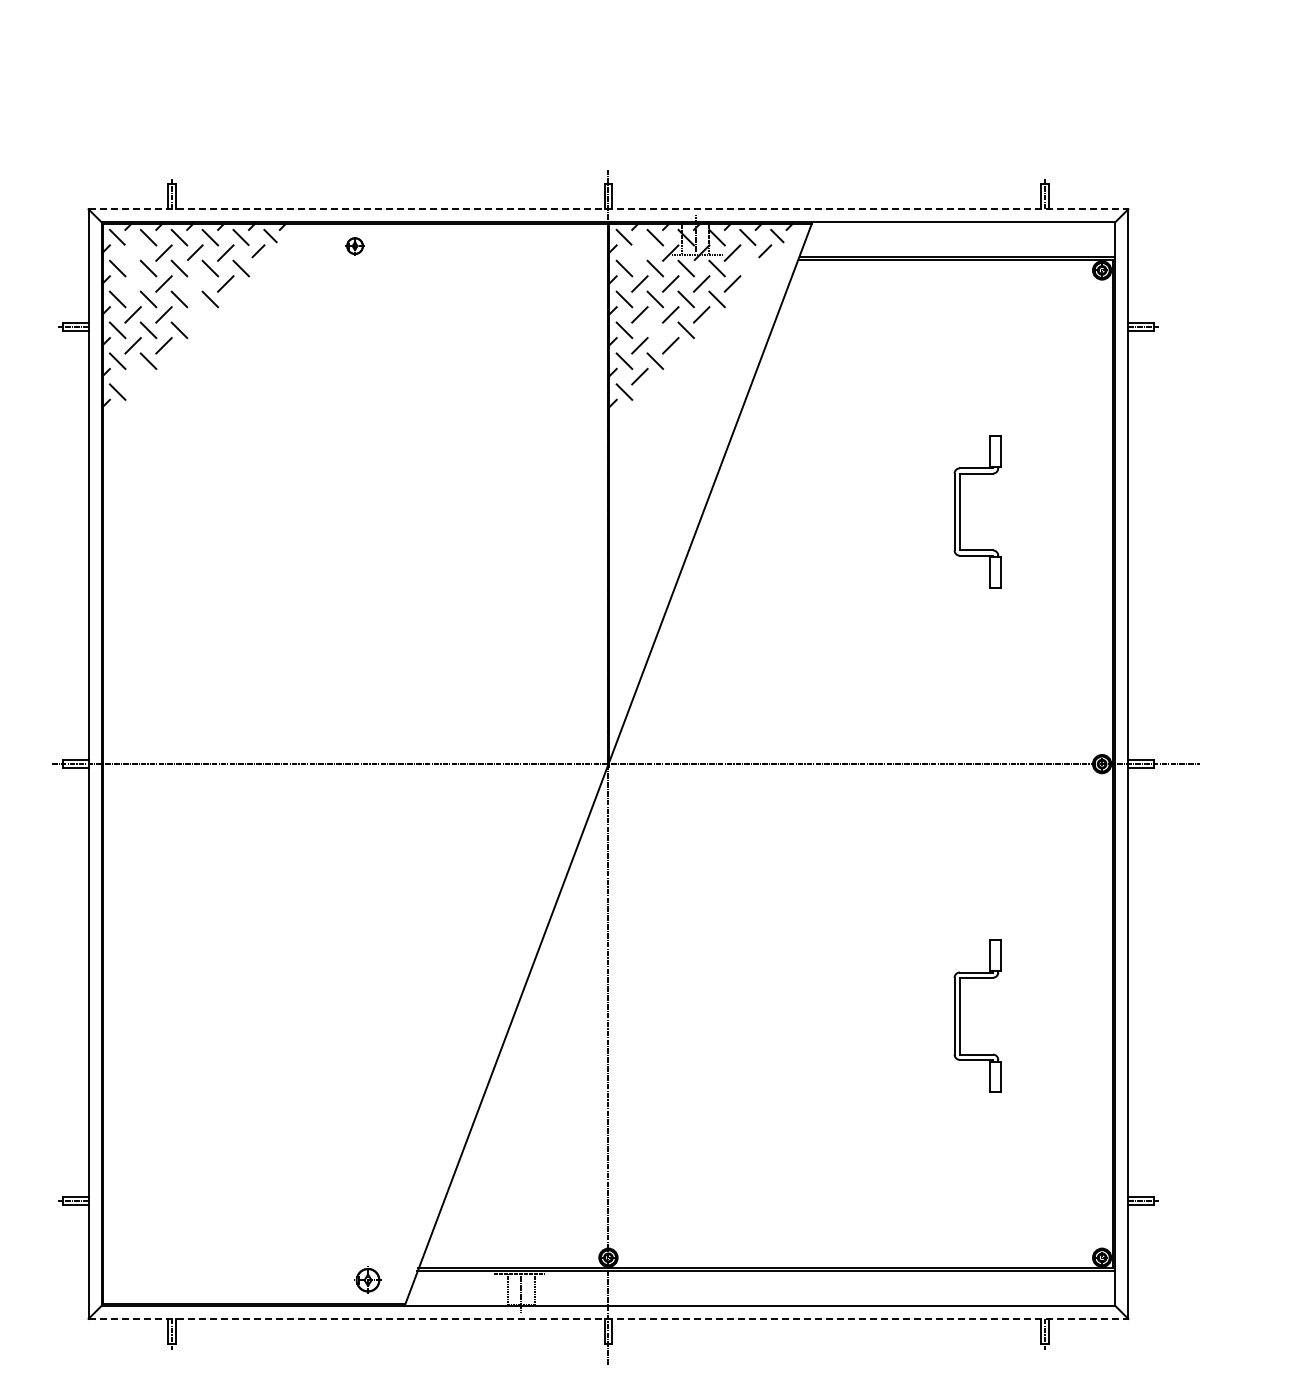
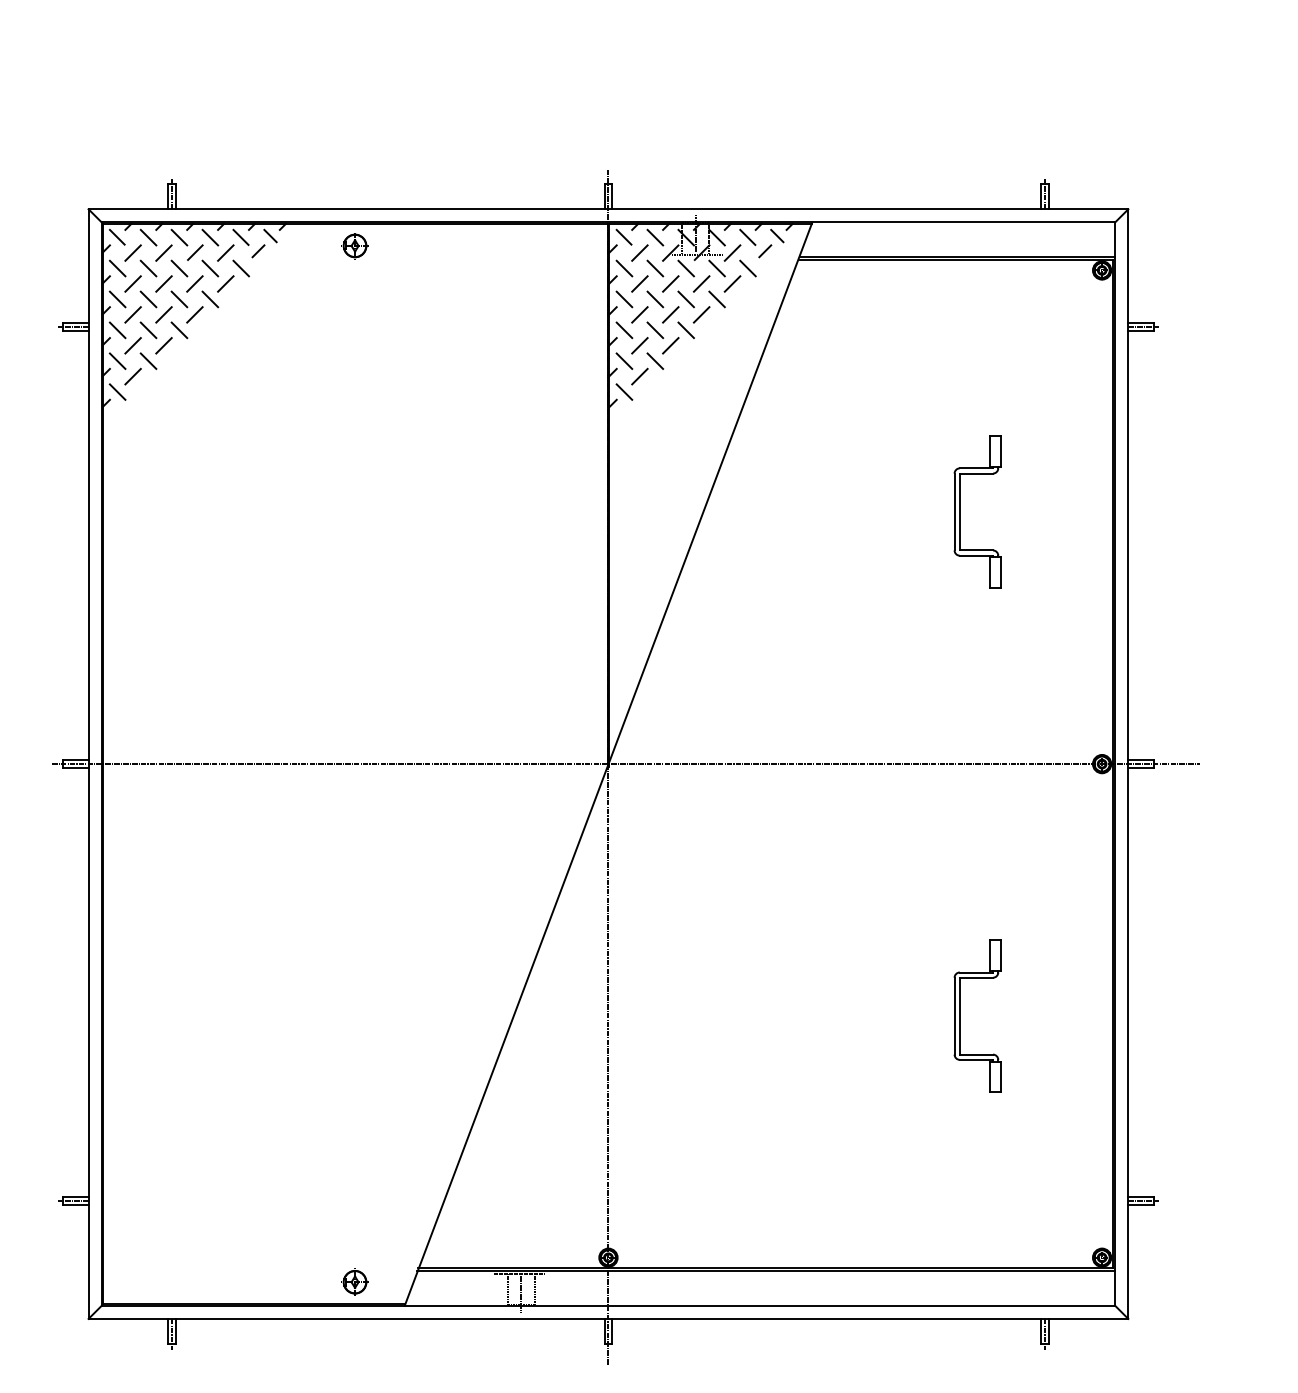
line at (608, 209): dashed -> solid
part at (354, 246) size: 20x19 px -> 28x27 px
line at (132, 252): none -> present
line at (639, 252): none -> present
line at (747, 268): none -> present
line at (132, 283): none -> present
line at (194, 283): none -> present
line at (194, 314): none -> present
line at (655, 329): none -> present
line at (132, 376): none -> present
part at (367, 1279) position: (367, 1279) -> (354, 1281)
line at (608, 1318): dashed -> solid
